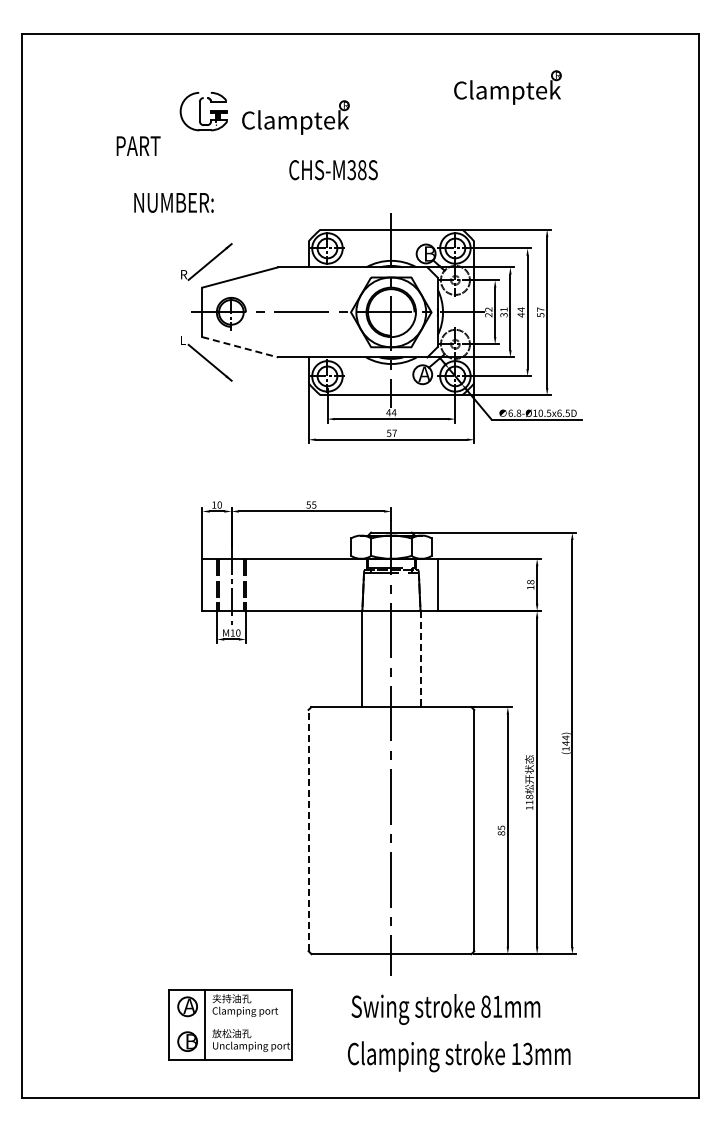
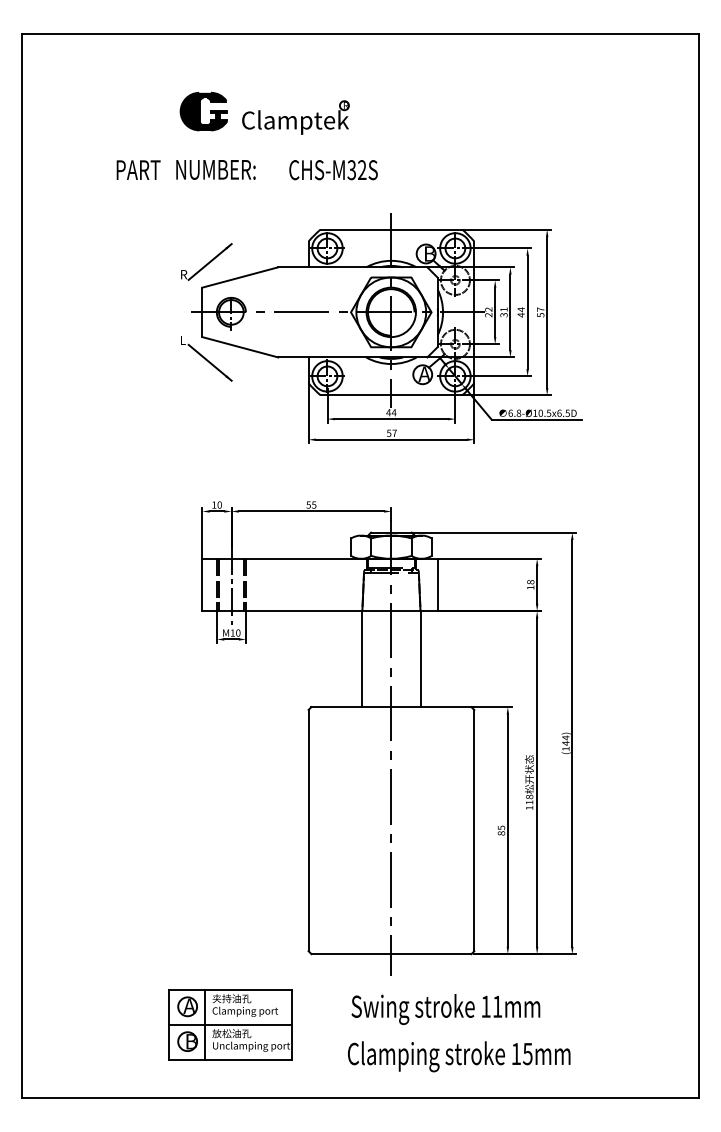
part at (507, 87): present -> none
fill at (203, 111): none -> present
text at (138, 145) position: (138, 145) -> (138, 169)
text at (362, 170): CHS-M38S -> CHS-M32S
text at (173, 202) position: (173, 202) -> (215, 169)
line at (240, 347): dashed -> solid
line at (420, 659): dashed -> solid
line at (308, 830): dashed -> solid
text at (485, 1006): 81mm -> 11mm
line at (230, 1024): none -> present
text at (527, 1053): 13mm -> 15mm
